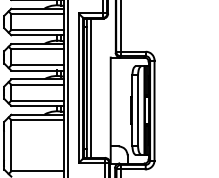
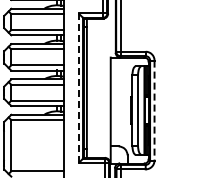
line at (68, 88): present -> none
line at (78, 88): solid -> dashed
line at (91, 88): present -> none
line at (154, 110): solid -> dashed
